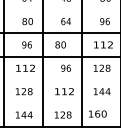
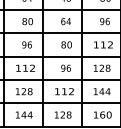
line at (59, 9): none -> present
text at (60, 44) position: (60, 44) -> (66, 44)
line at (59, 80): none -> present
line at (59, 103): none -> present
text at (97, 113) position: (97, 113) -> (102, 114)
